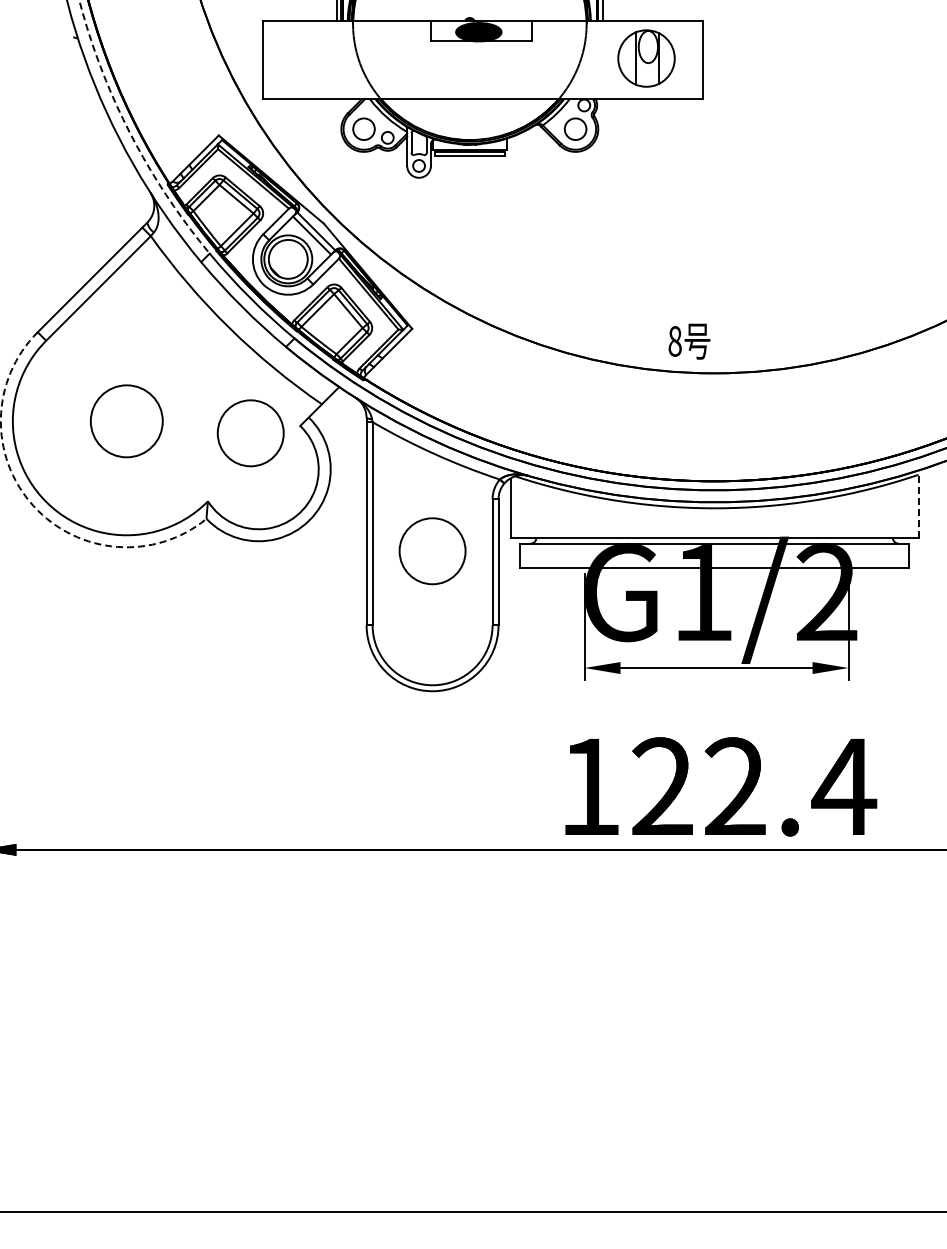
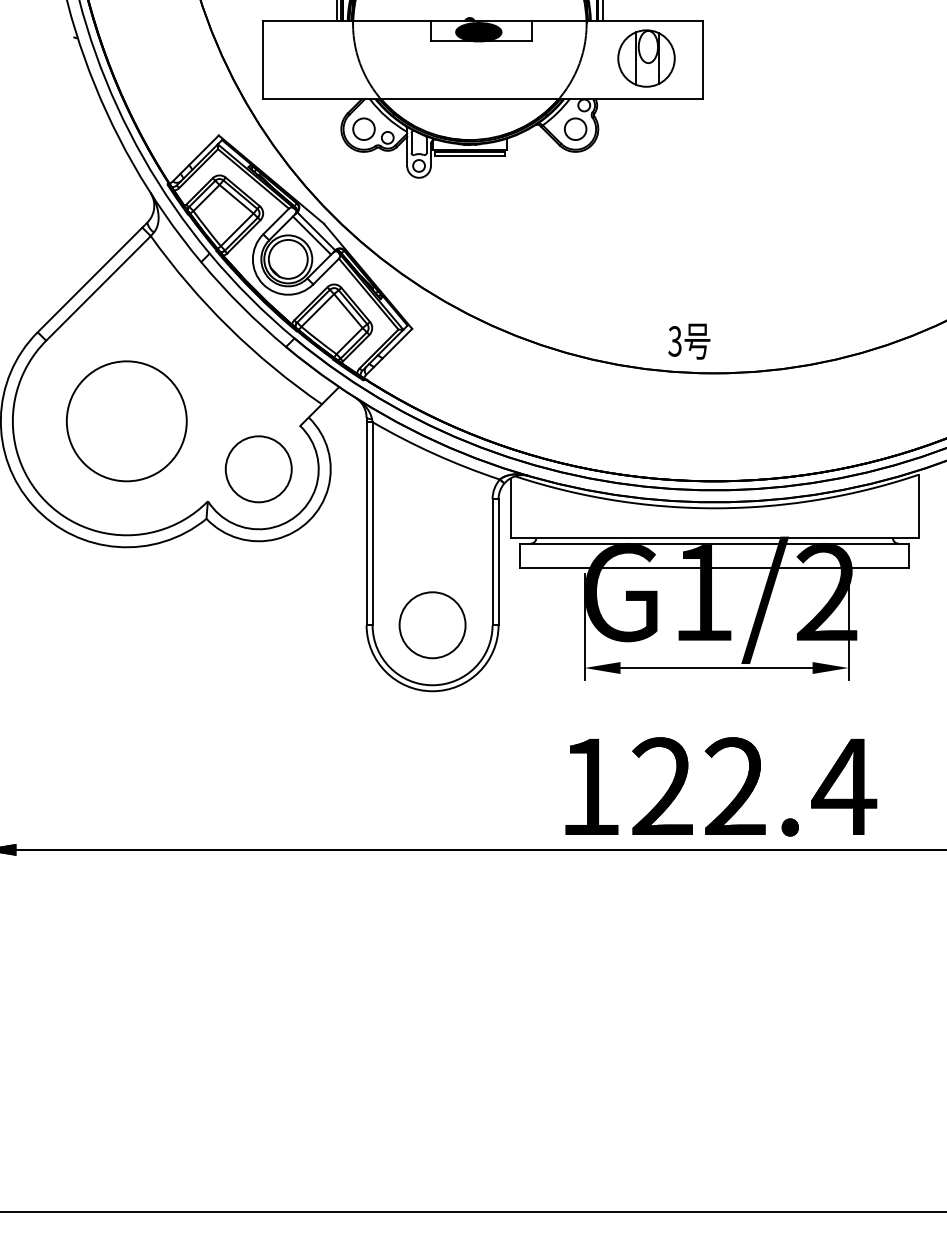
arc at (129, 132): dashed -> solid
text at (674, 341): 8 -> 3
circle at (126, 421) diameter: 72 px -> 120 px
circle at (250, 433) position: (250, 433) -> (258, 469)
arc at (33, 505): dashed -> solid
line at (918, 505): dashed -> solid
circle at (432, 551) position: (432, 551) -> (432, 625)
